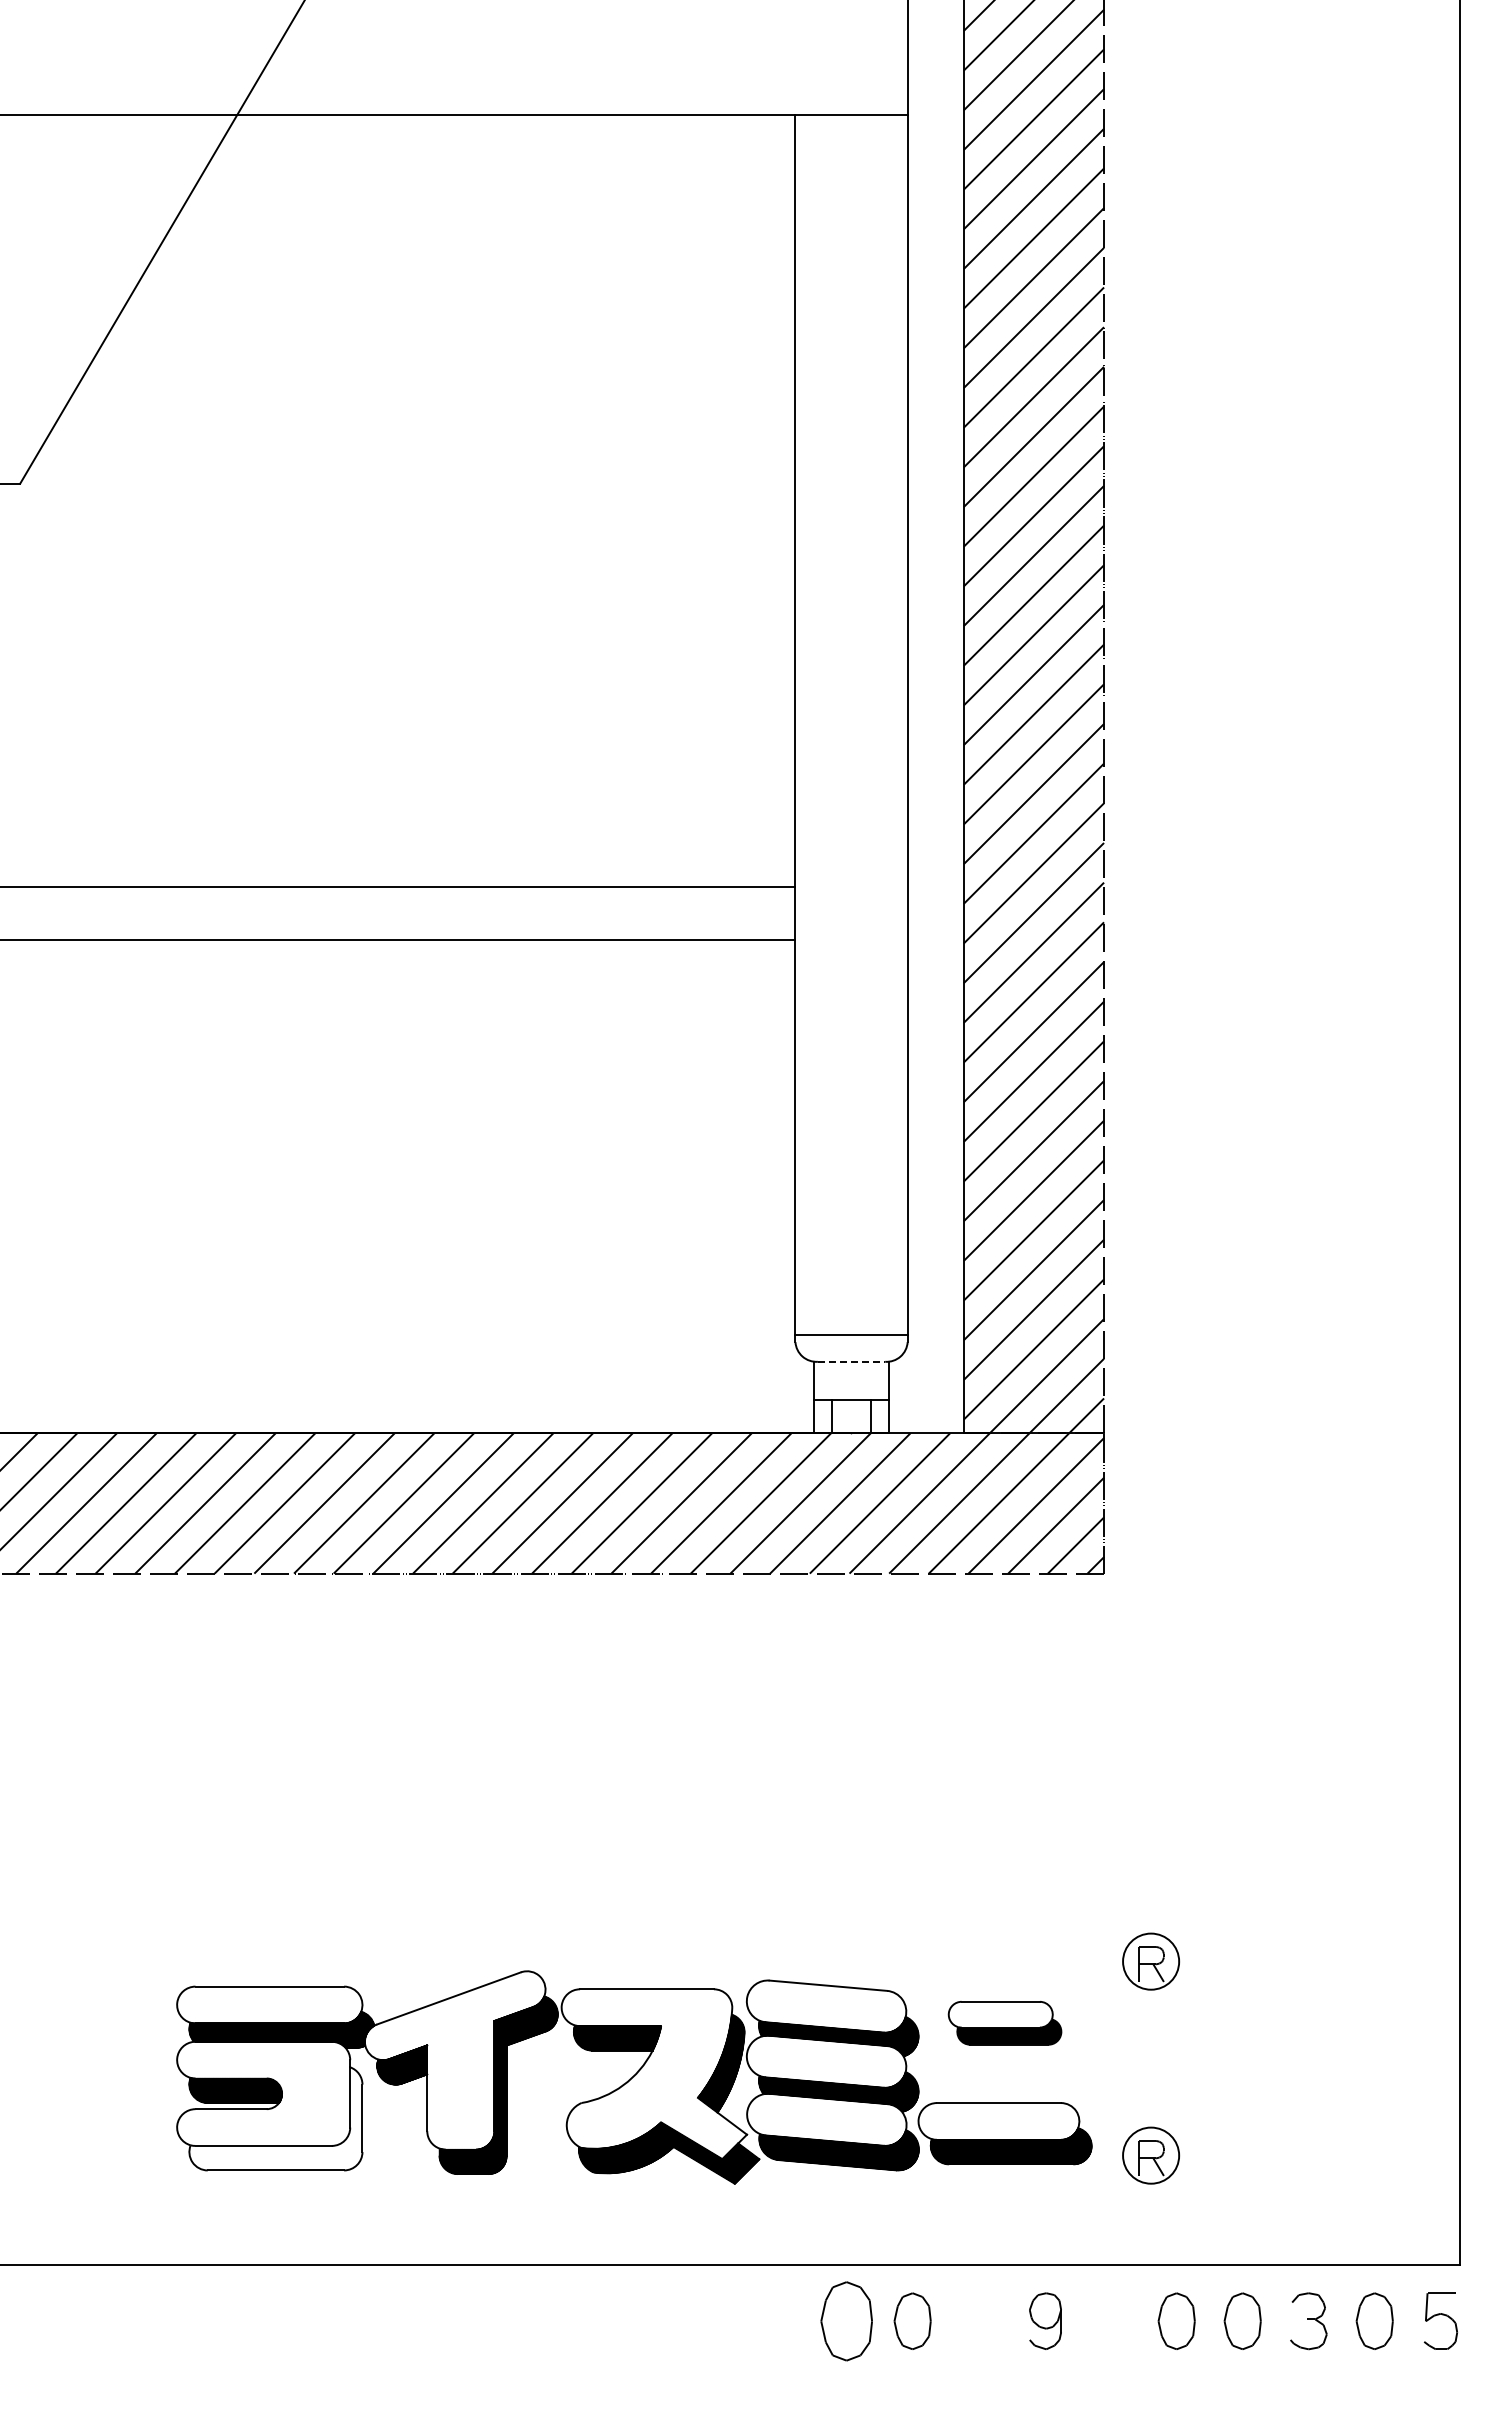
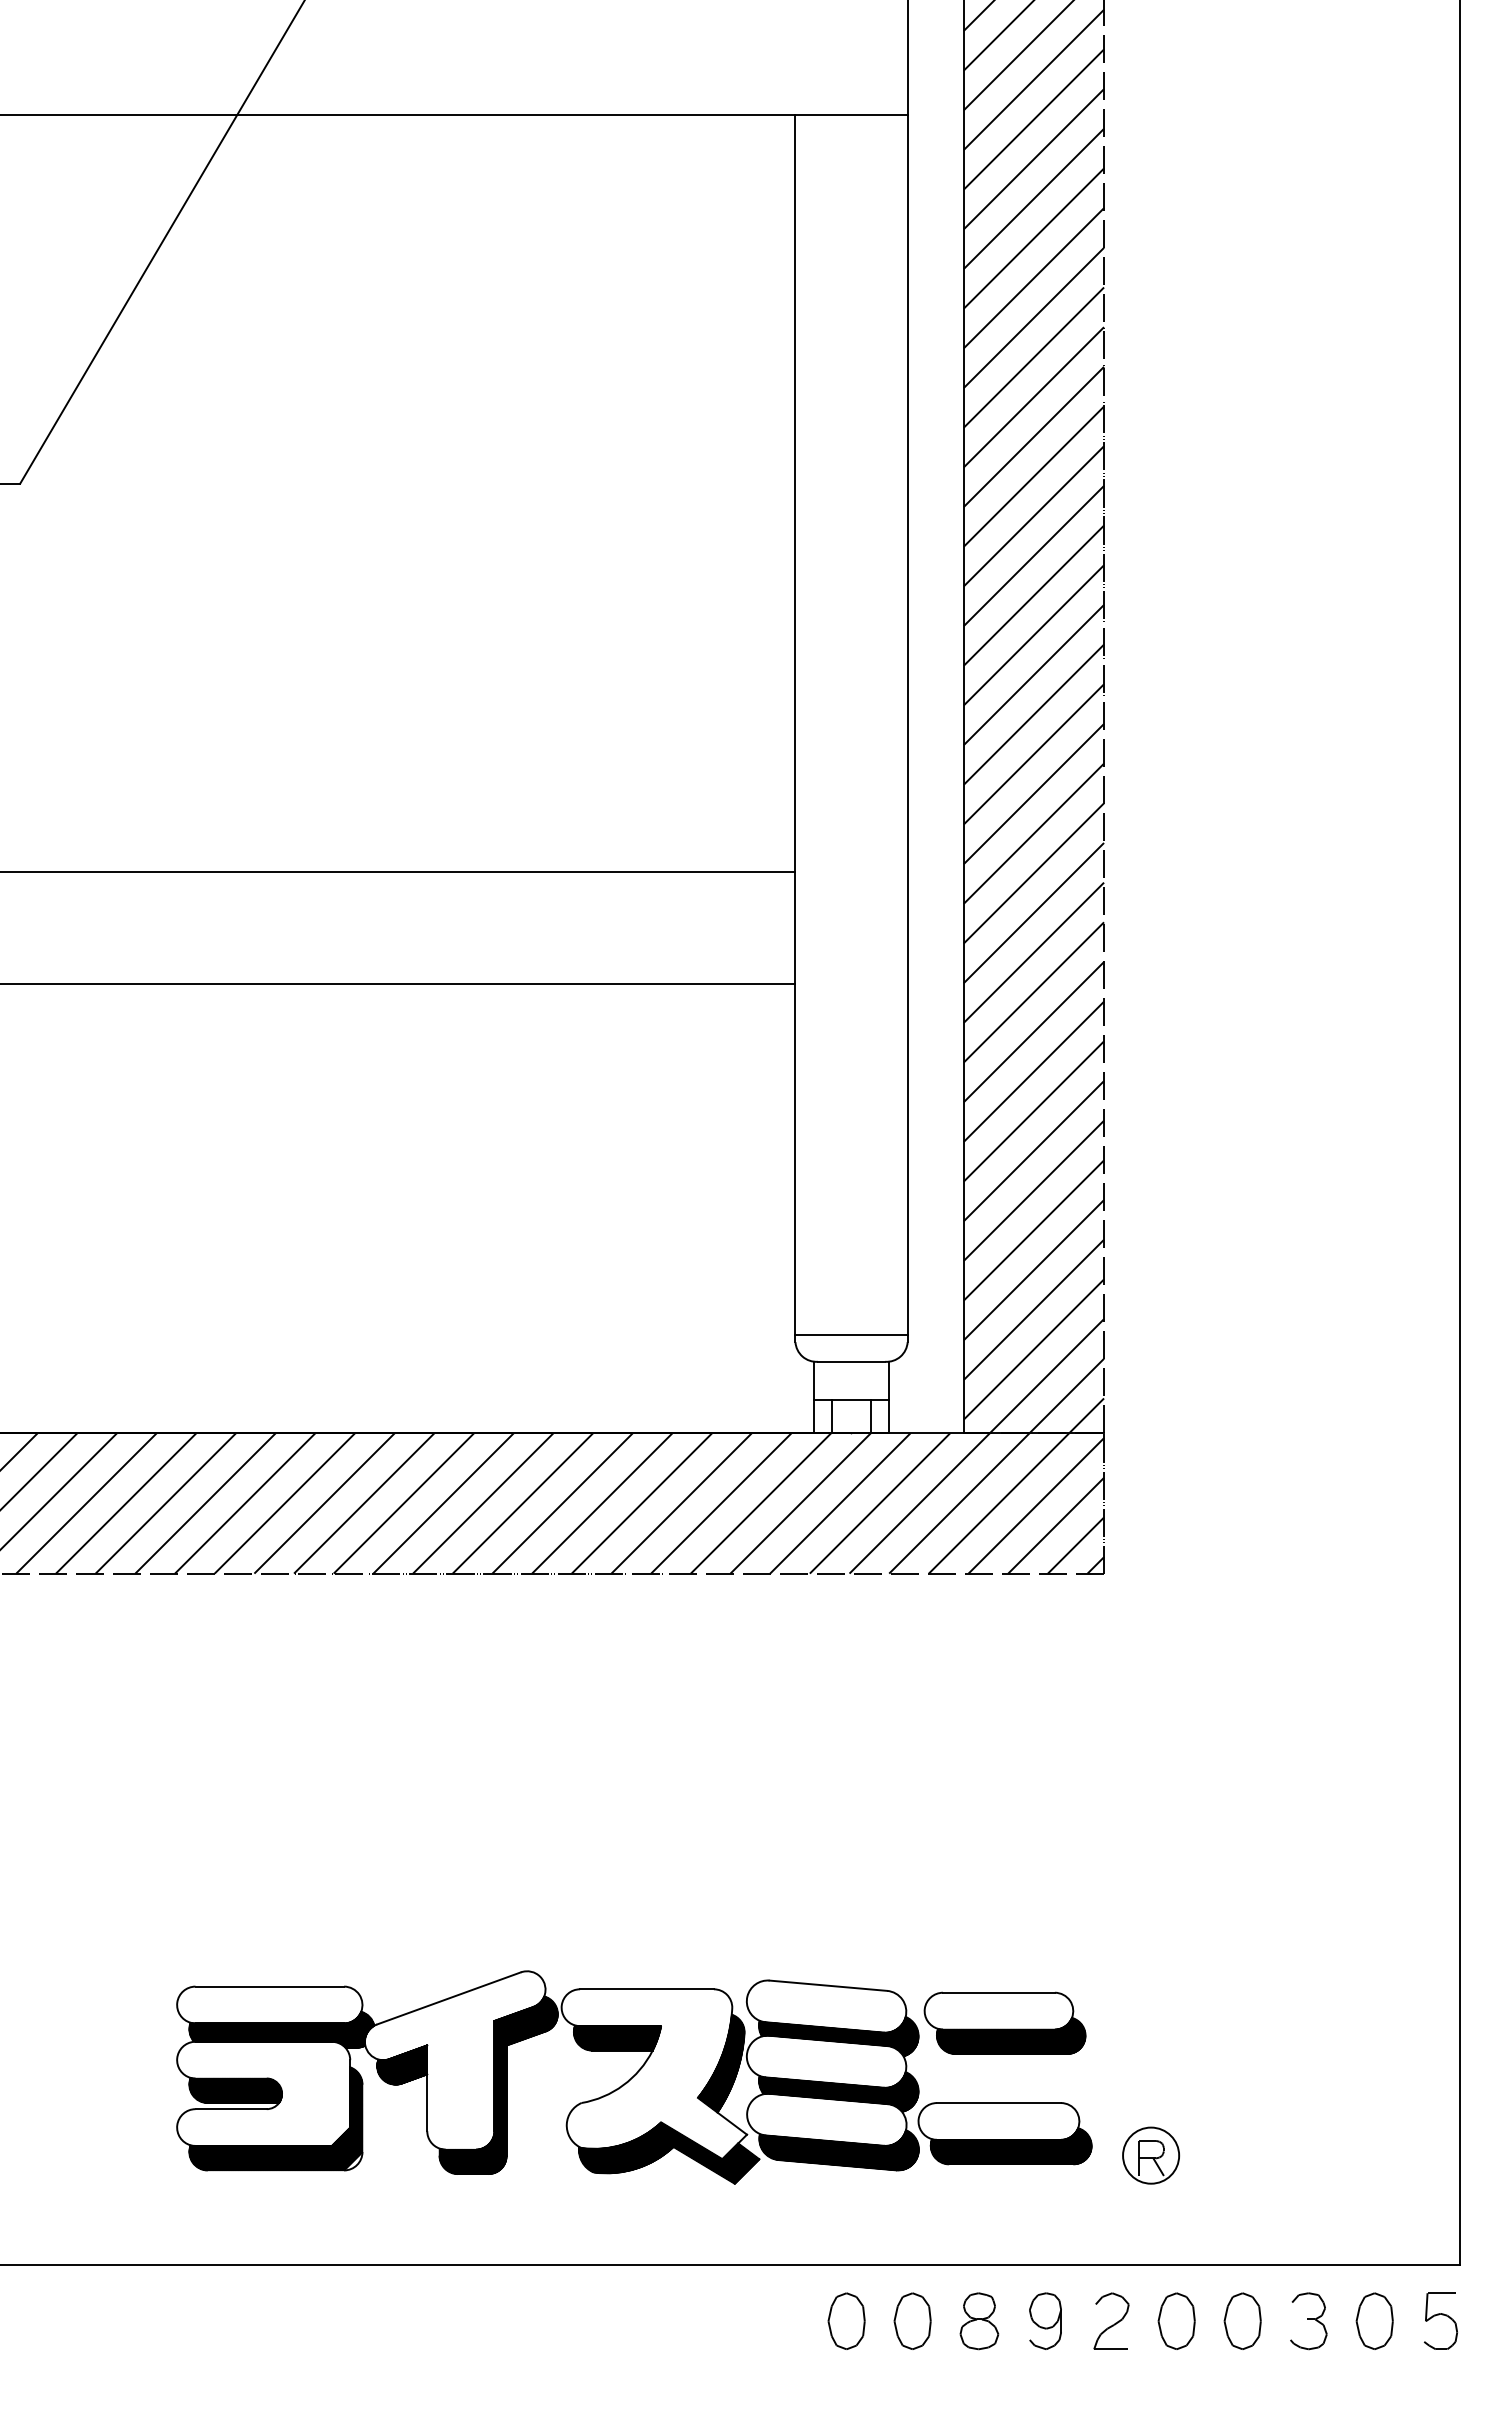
line at (398, 887) position: (398, 887) -> (398, 872)
line at (398, 940) position: (398, 940) -> (398, 984)
line at (851, 1361): dashed -> solid
part at (1150, 1961): present -> none
part at (1004, 2023) size: 116x45 px -> 164x64 px
hatch at (275, 2118): none -> present
part at (1111, 2320): none -> present
part at (846, 2321) size: 53x81 px -> 39x58 px
part at (979, 2321): none -> present
